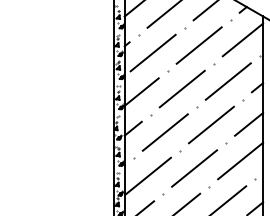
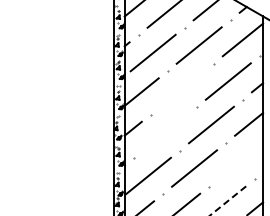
line at (181, 88): present -> none
line at (164, 132): present -> none
line at (240, 160): present -> none
line at (227, 201): solid -> dashed
